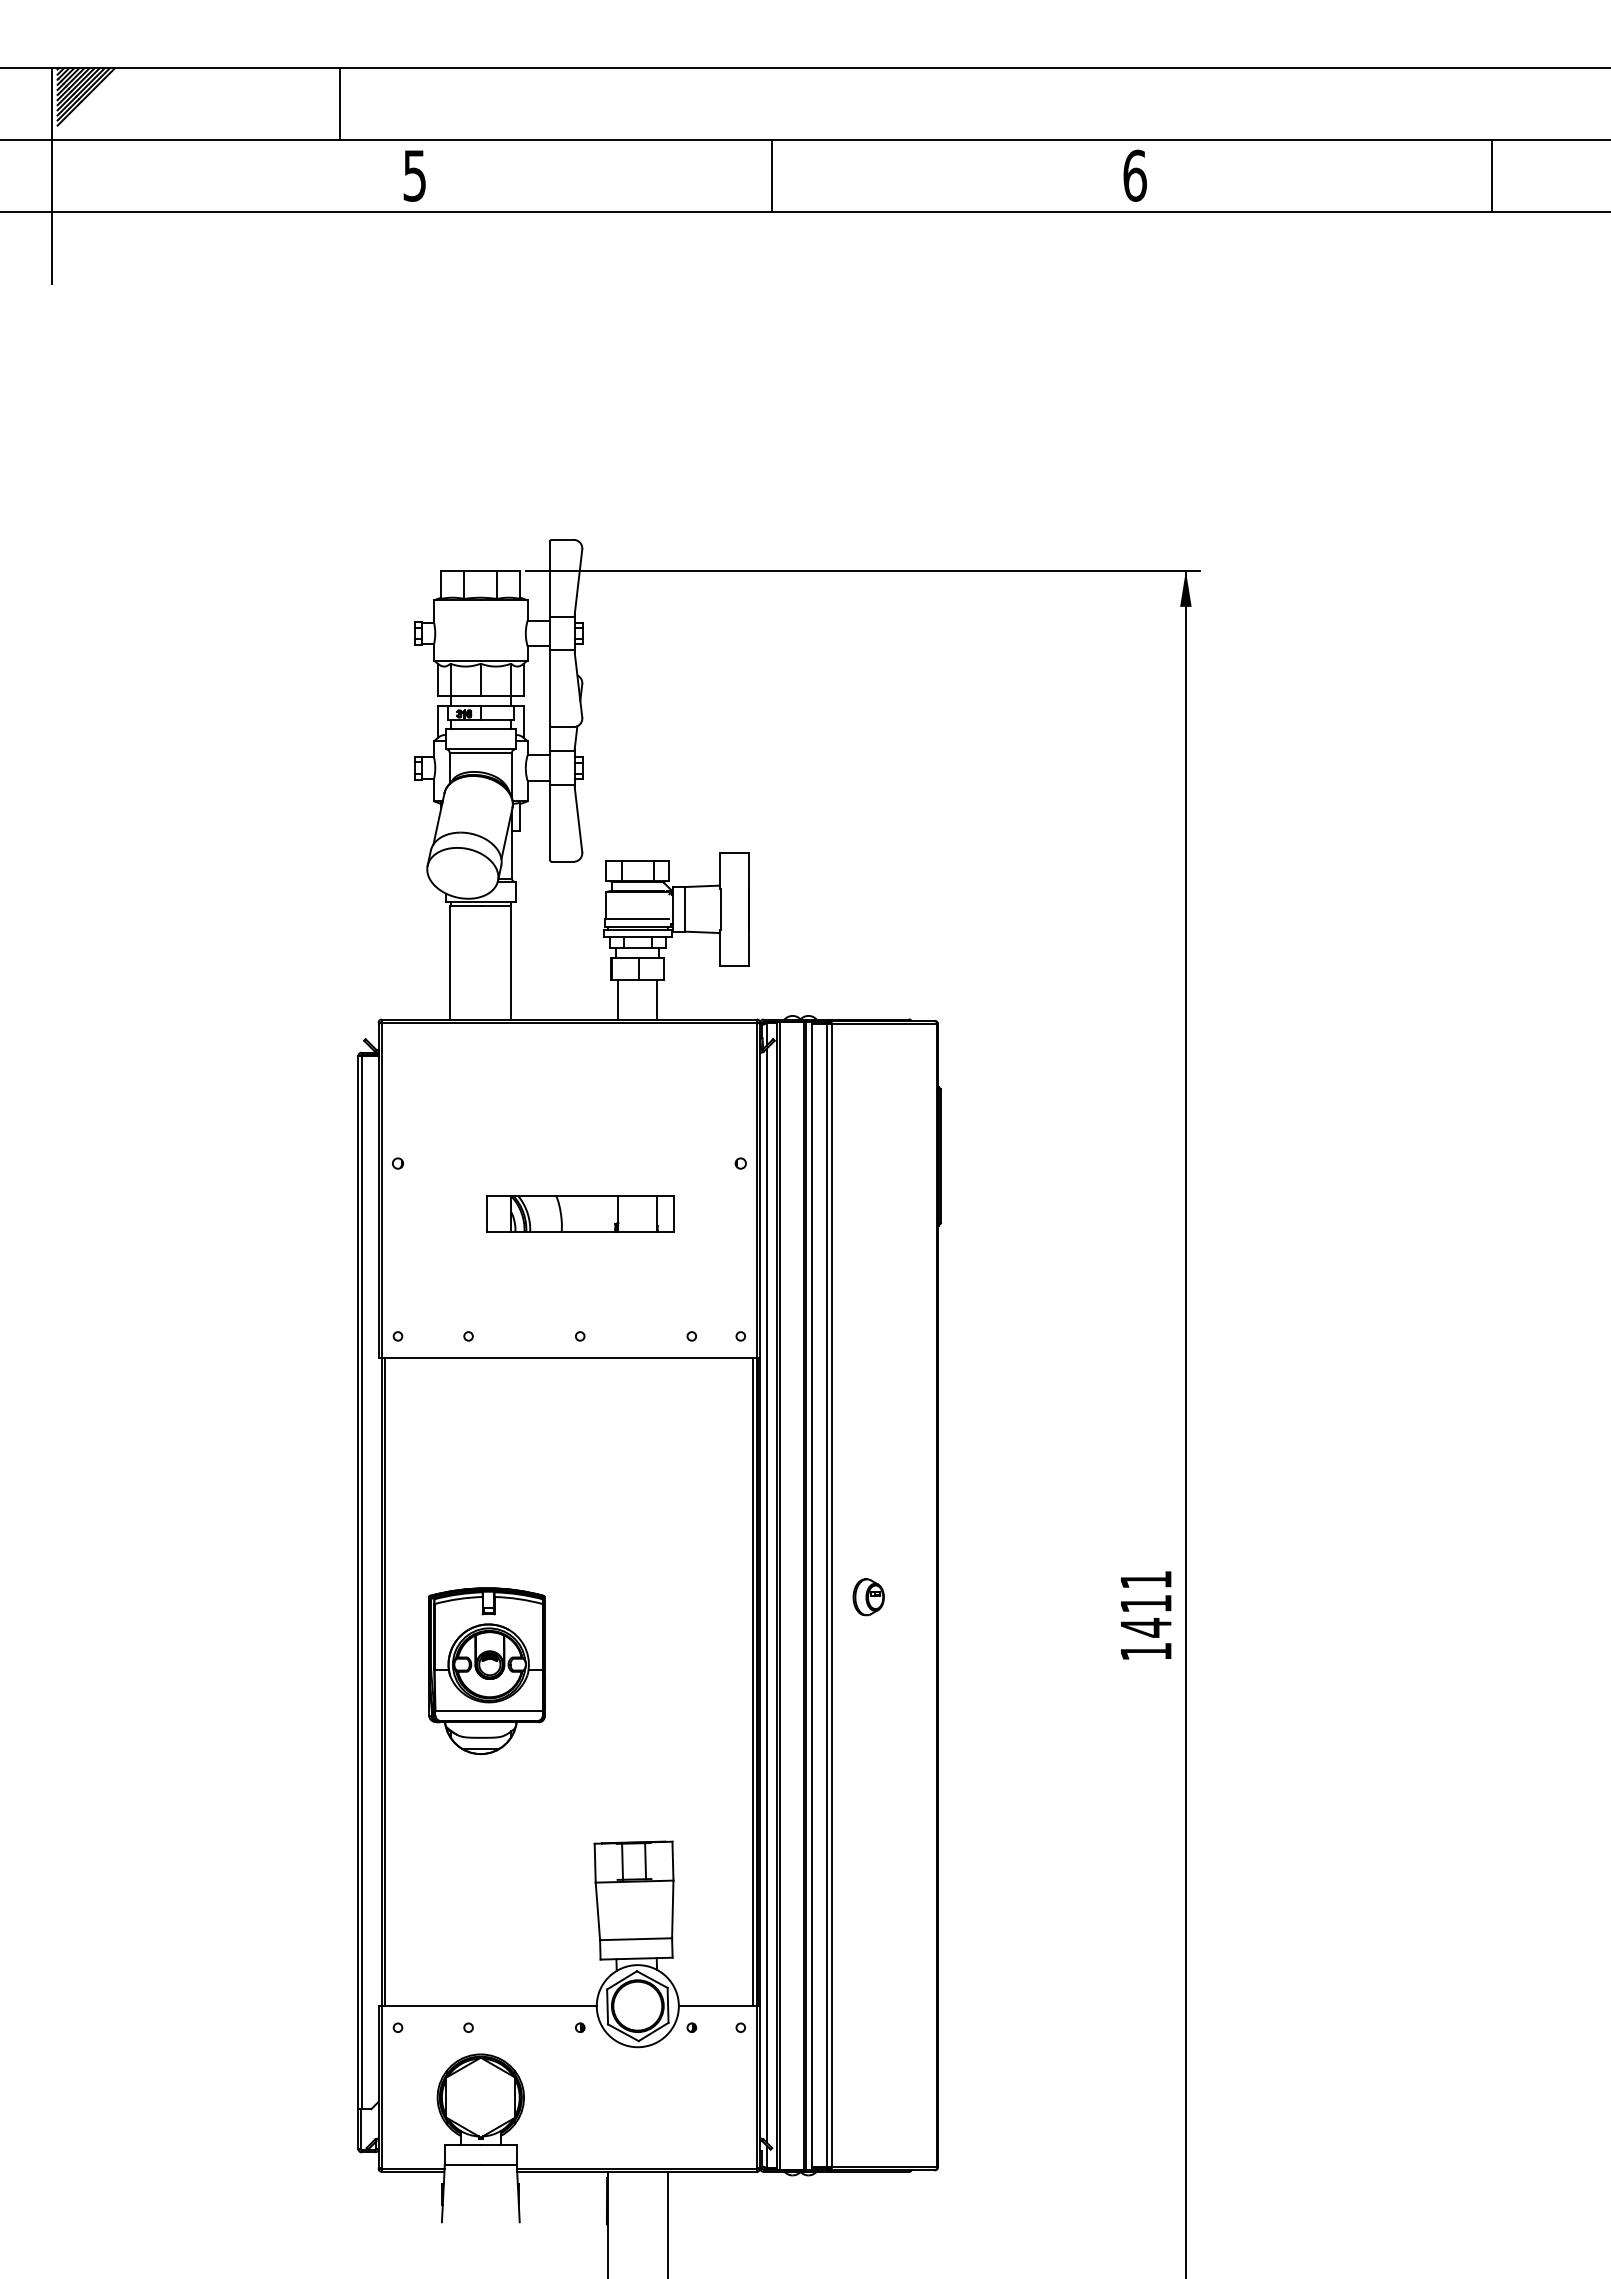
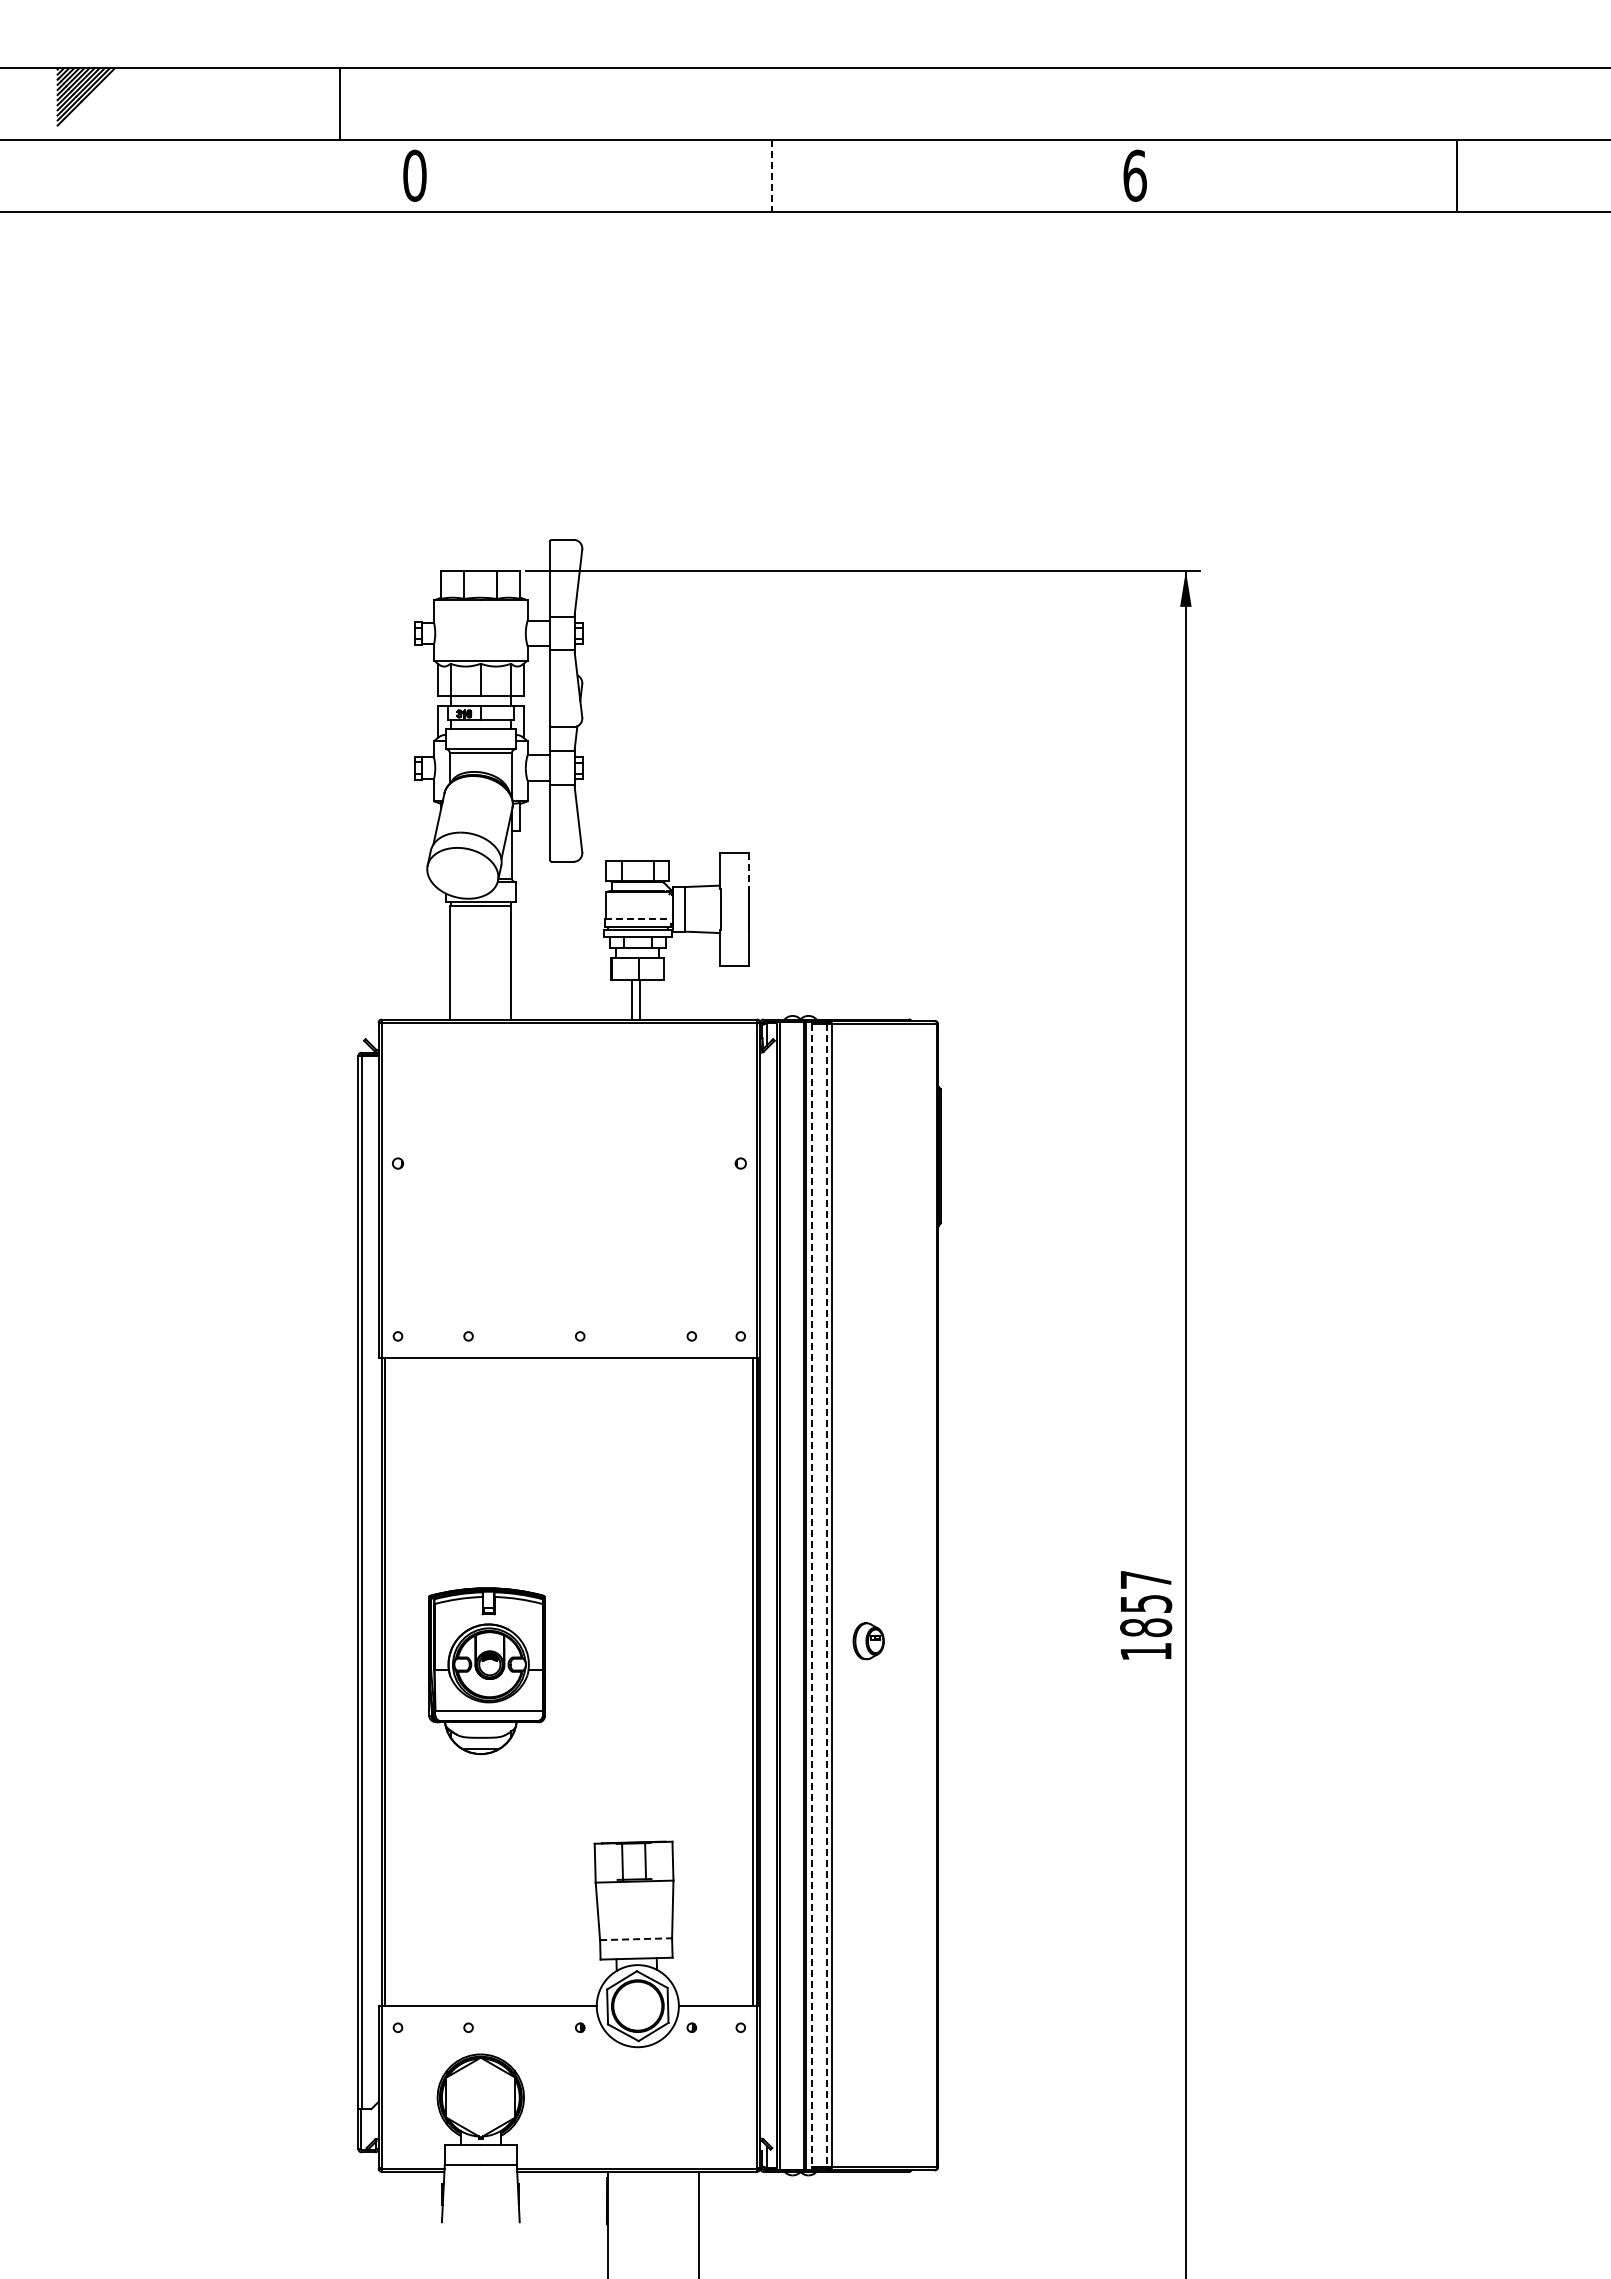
text at (414, 175): 5 -> 0
line at (51, 176): present -> none
line at (771, 176): solid -> dashed
line at (1491, 176) position: (1491, 176) -> (1456, 176)
line at (748, 870): solid -> dashed
line at (637, 919): solid -> dashed
line at (618, 999) position: (618, 999) -> (640, 999)
line at (657, 999) position: (657, 999) -> (632, 999)
part at (580, 1213): present -> none
line at (766, 1595): present -> none
line at (812, 1596): solid -> dashed
line at (827, 1596): solid -> dashed
part at (868, 1597) position: (868, 1597) -> (868, 1641)
text at (1146, 1604): 1411 -> 1857
line at (636, 1939): solid -> dashed
line at (668, 2223) position: (668, 2223) -> (699, 2223)
